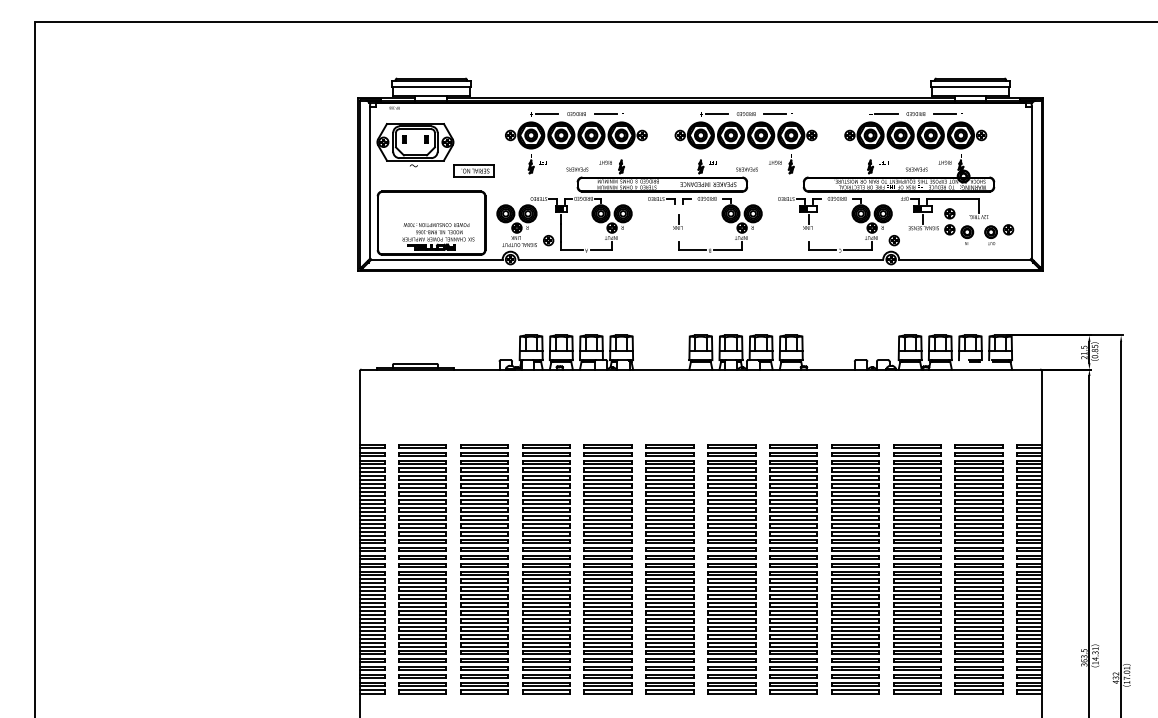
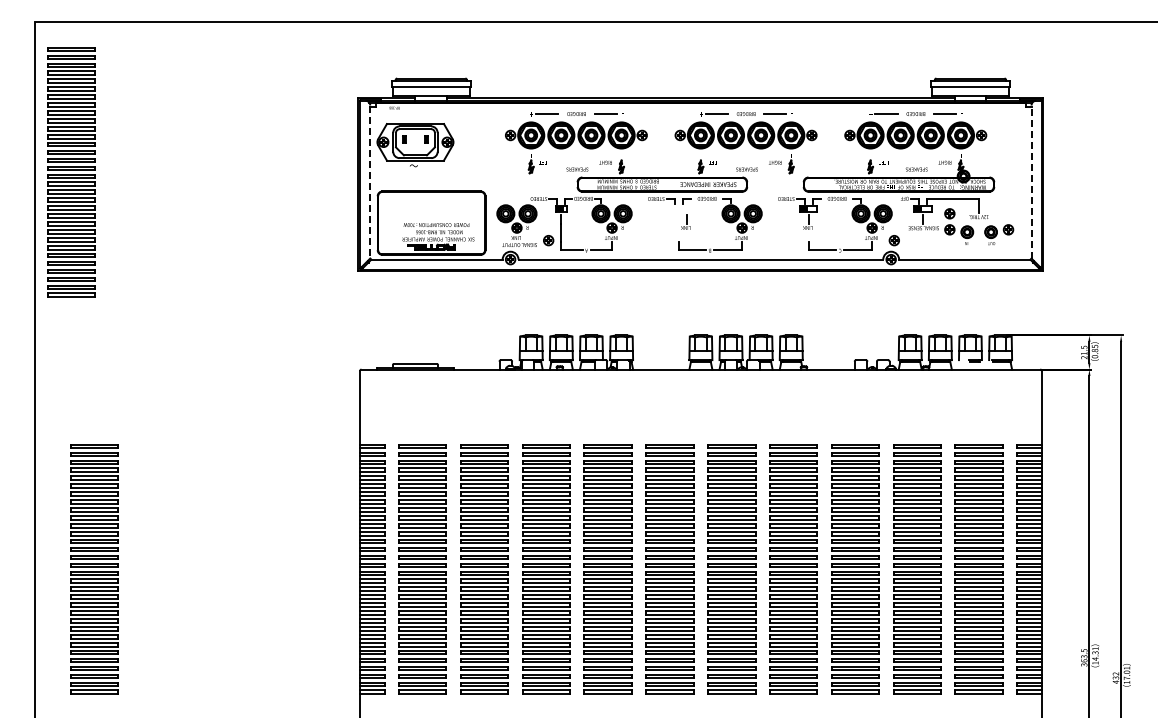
part at (473, 170): present -> none
part at (71, 172): none -> present
line at (370, 182): solid -> dashed
line at (1031, 182): solid -> dashed
part at (677, 221) position: (677, 221) -> (685, 221)
part at (94, 569): none -> present
